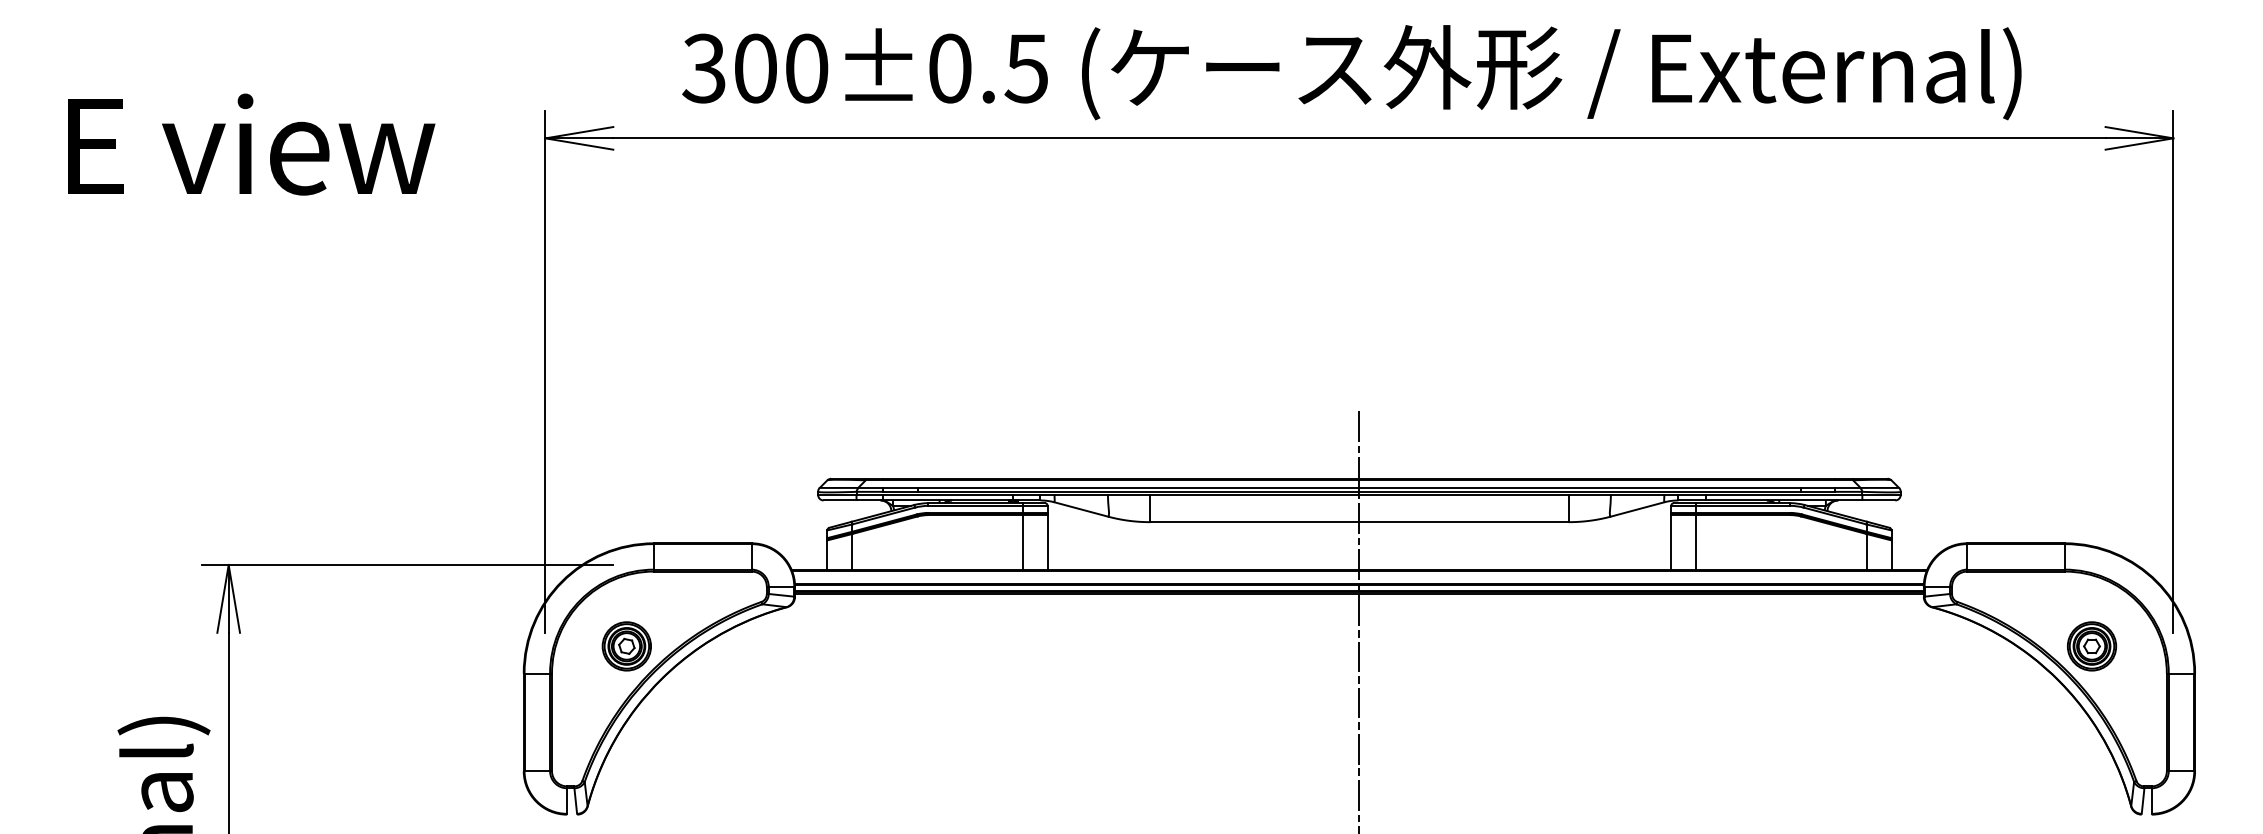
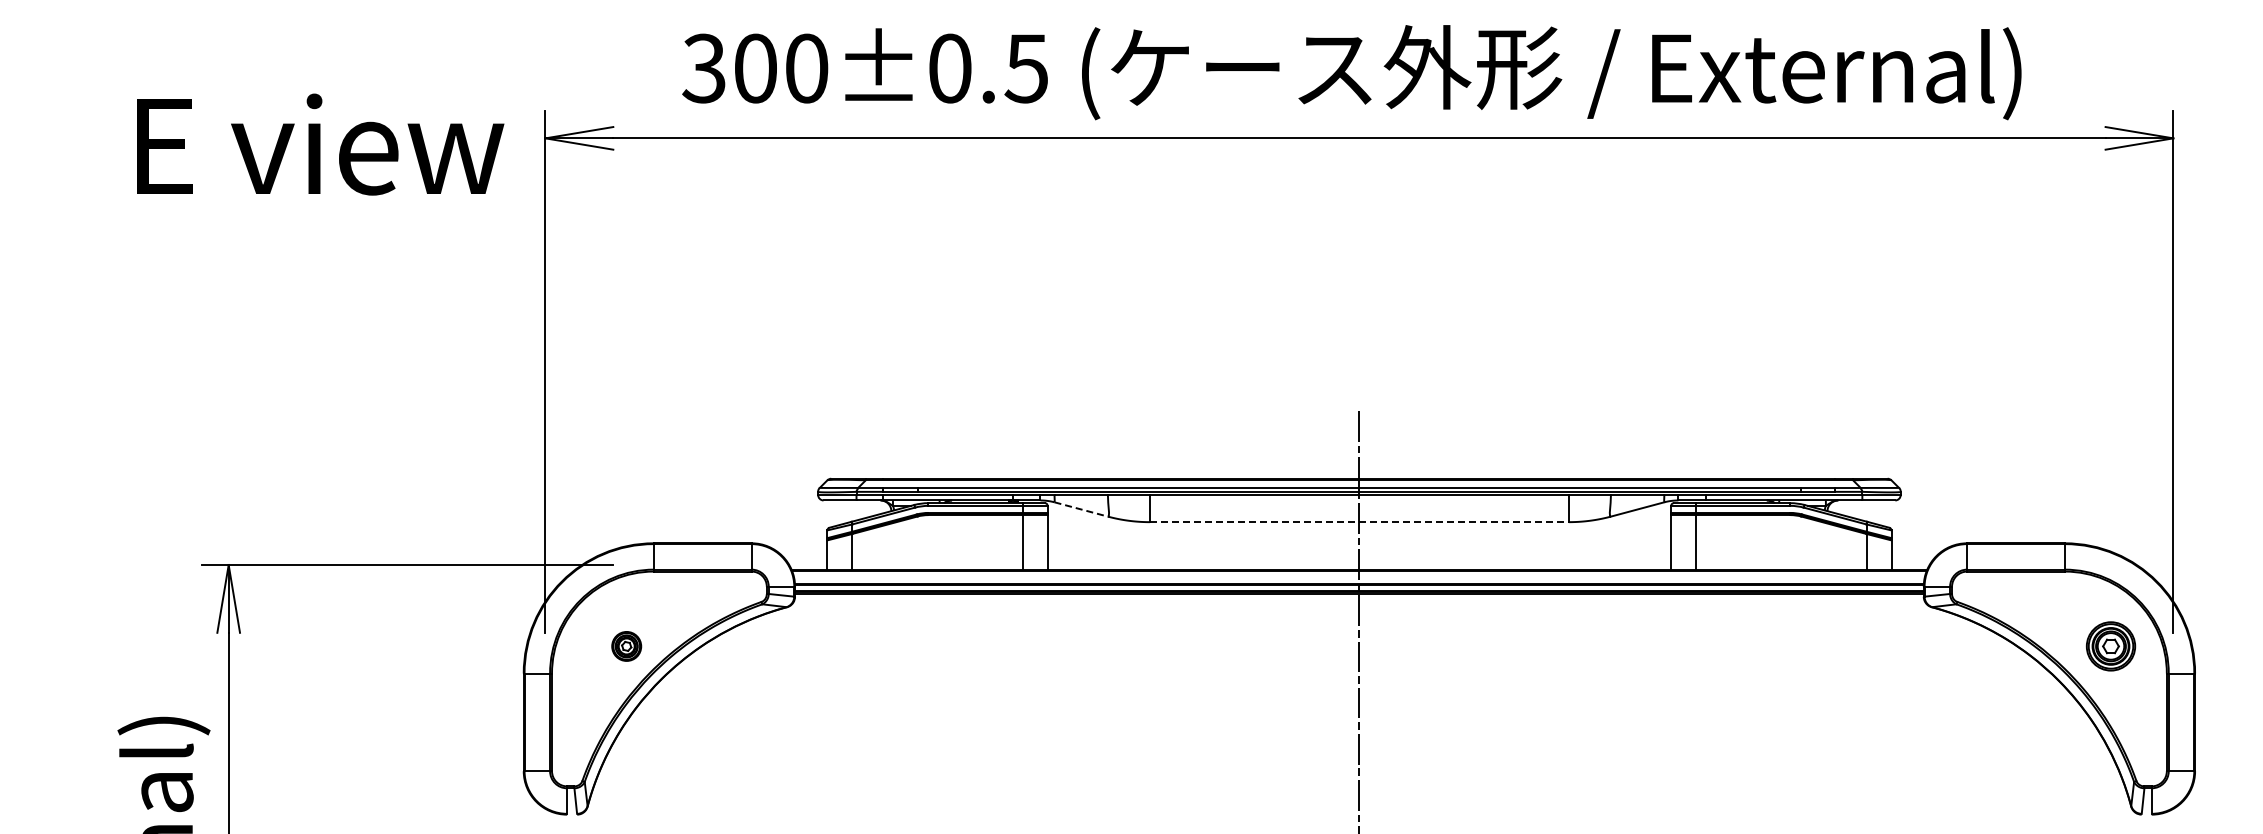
text at (251, 144) position: (251, 144) -> (320, 144)
line at (1081, 509): solid -> dashed
line at (1359, 522): solid -> dashed
part at (626, 646) size: 51x51 px -> 32x31 px
part at (2091, 646) position: (2091, 646) -> (2110, 646)
